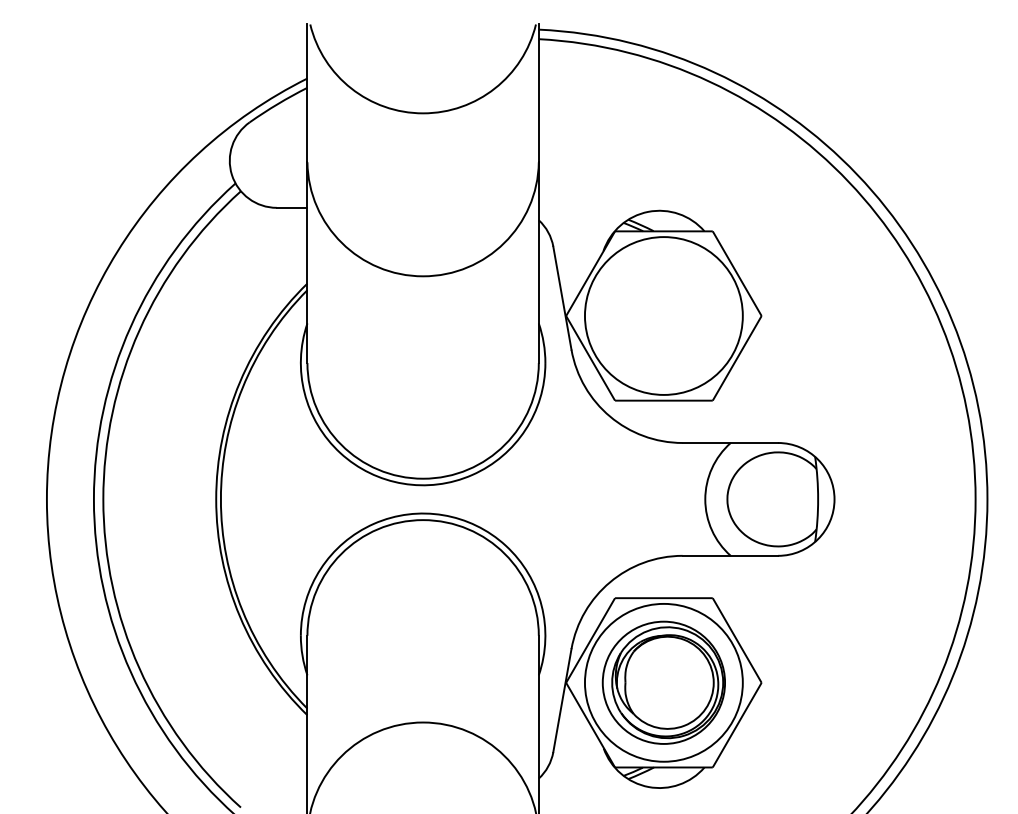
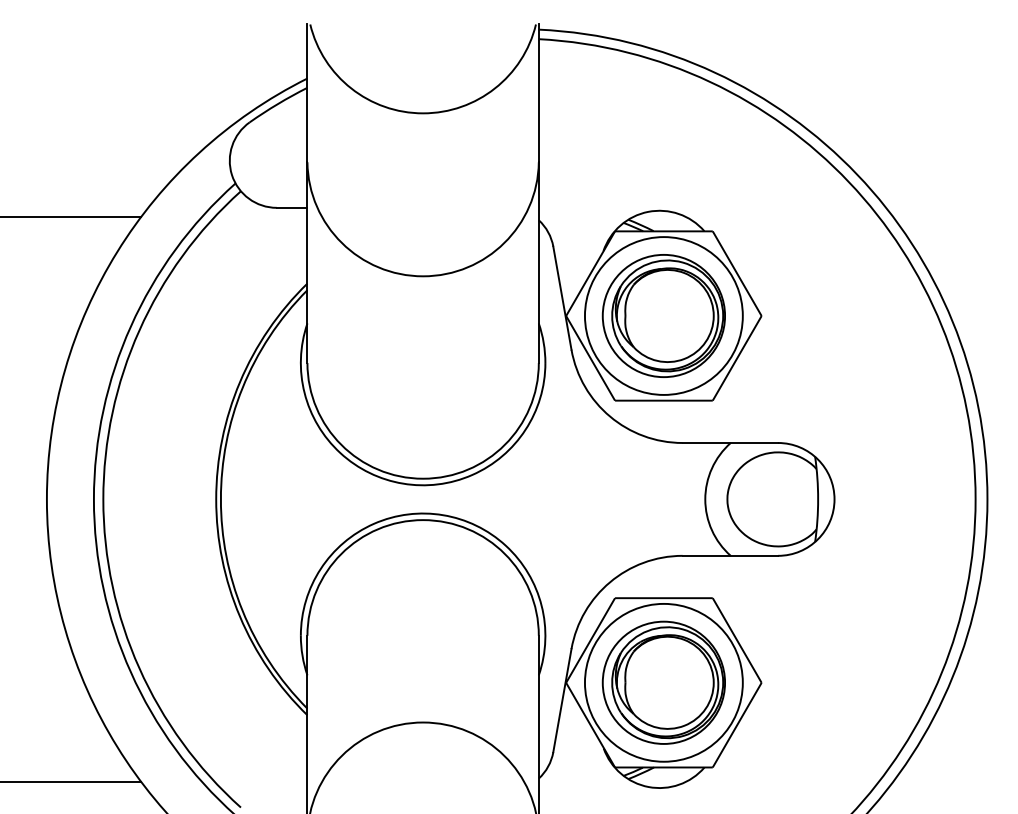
line at (71, 217): none -> present
part at (663, 315): none -> present
line at (71, 781): none -> present
